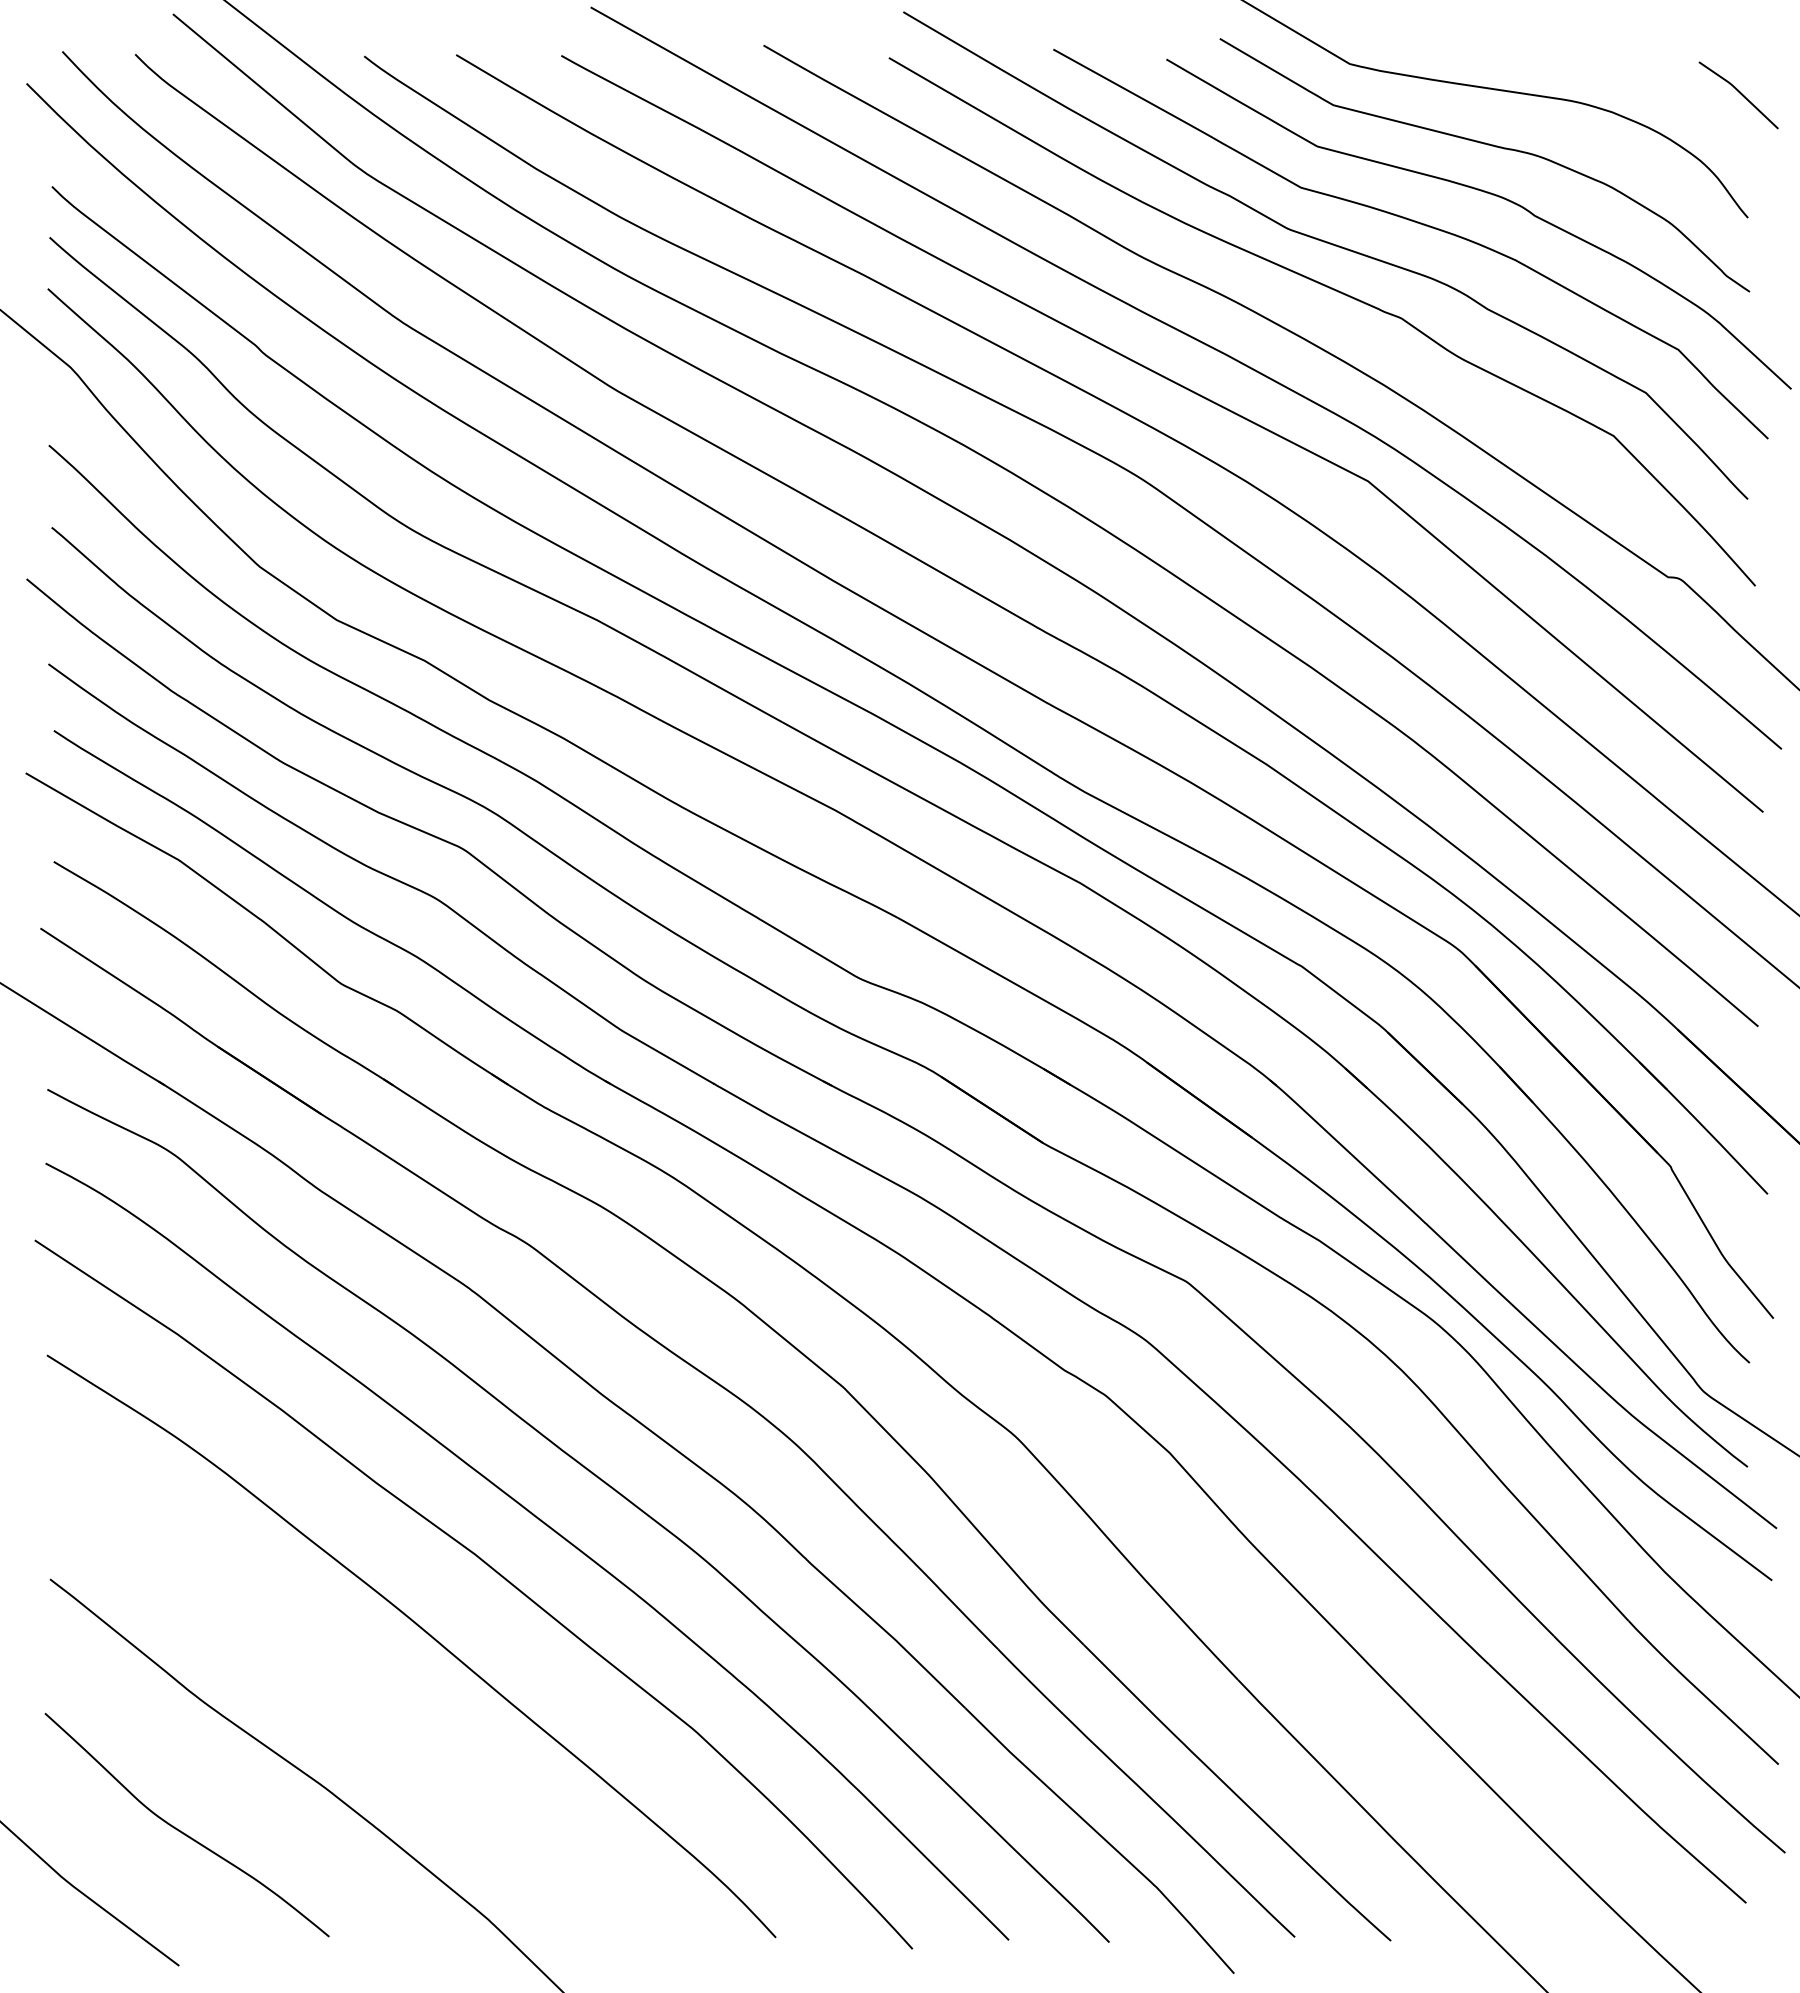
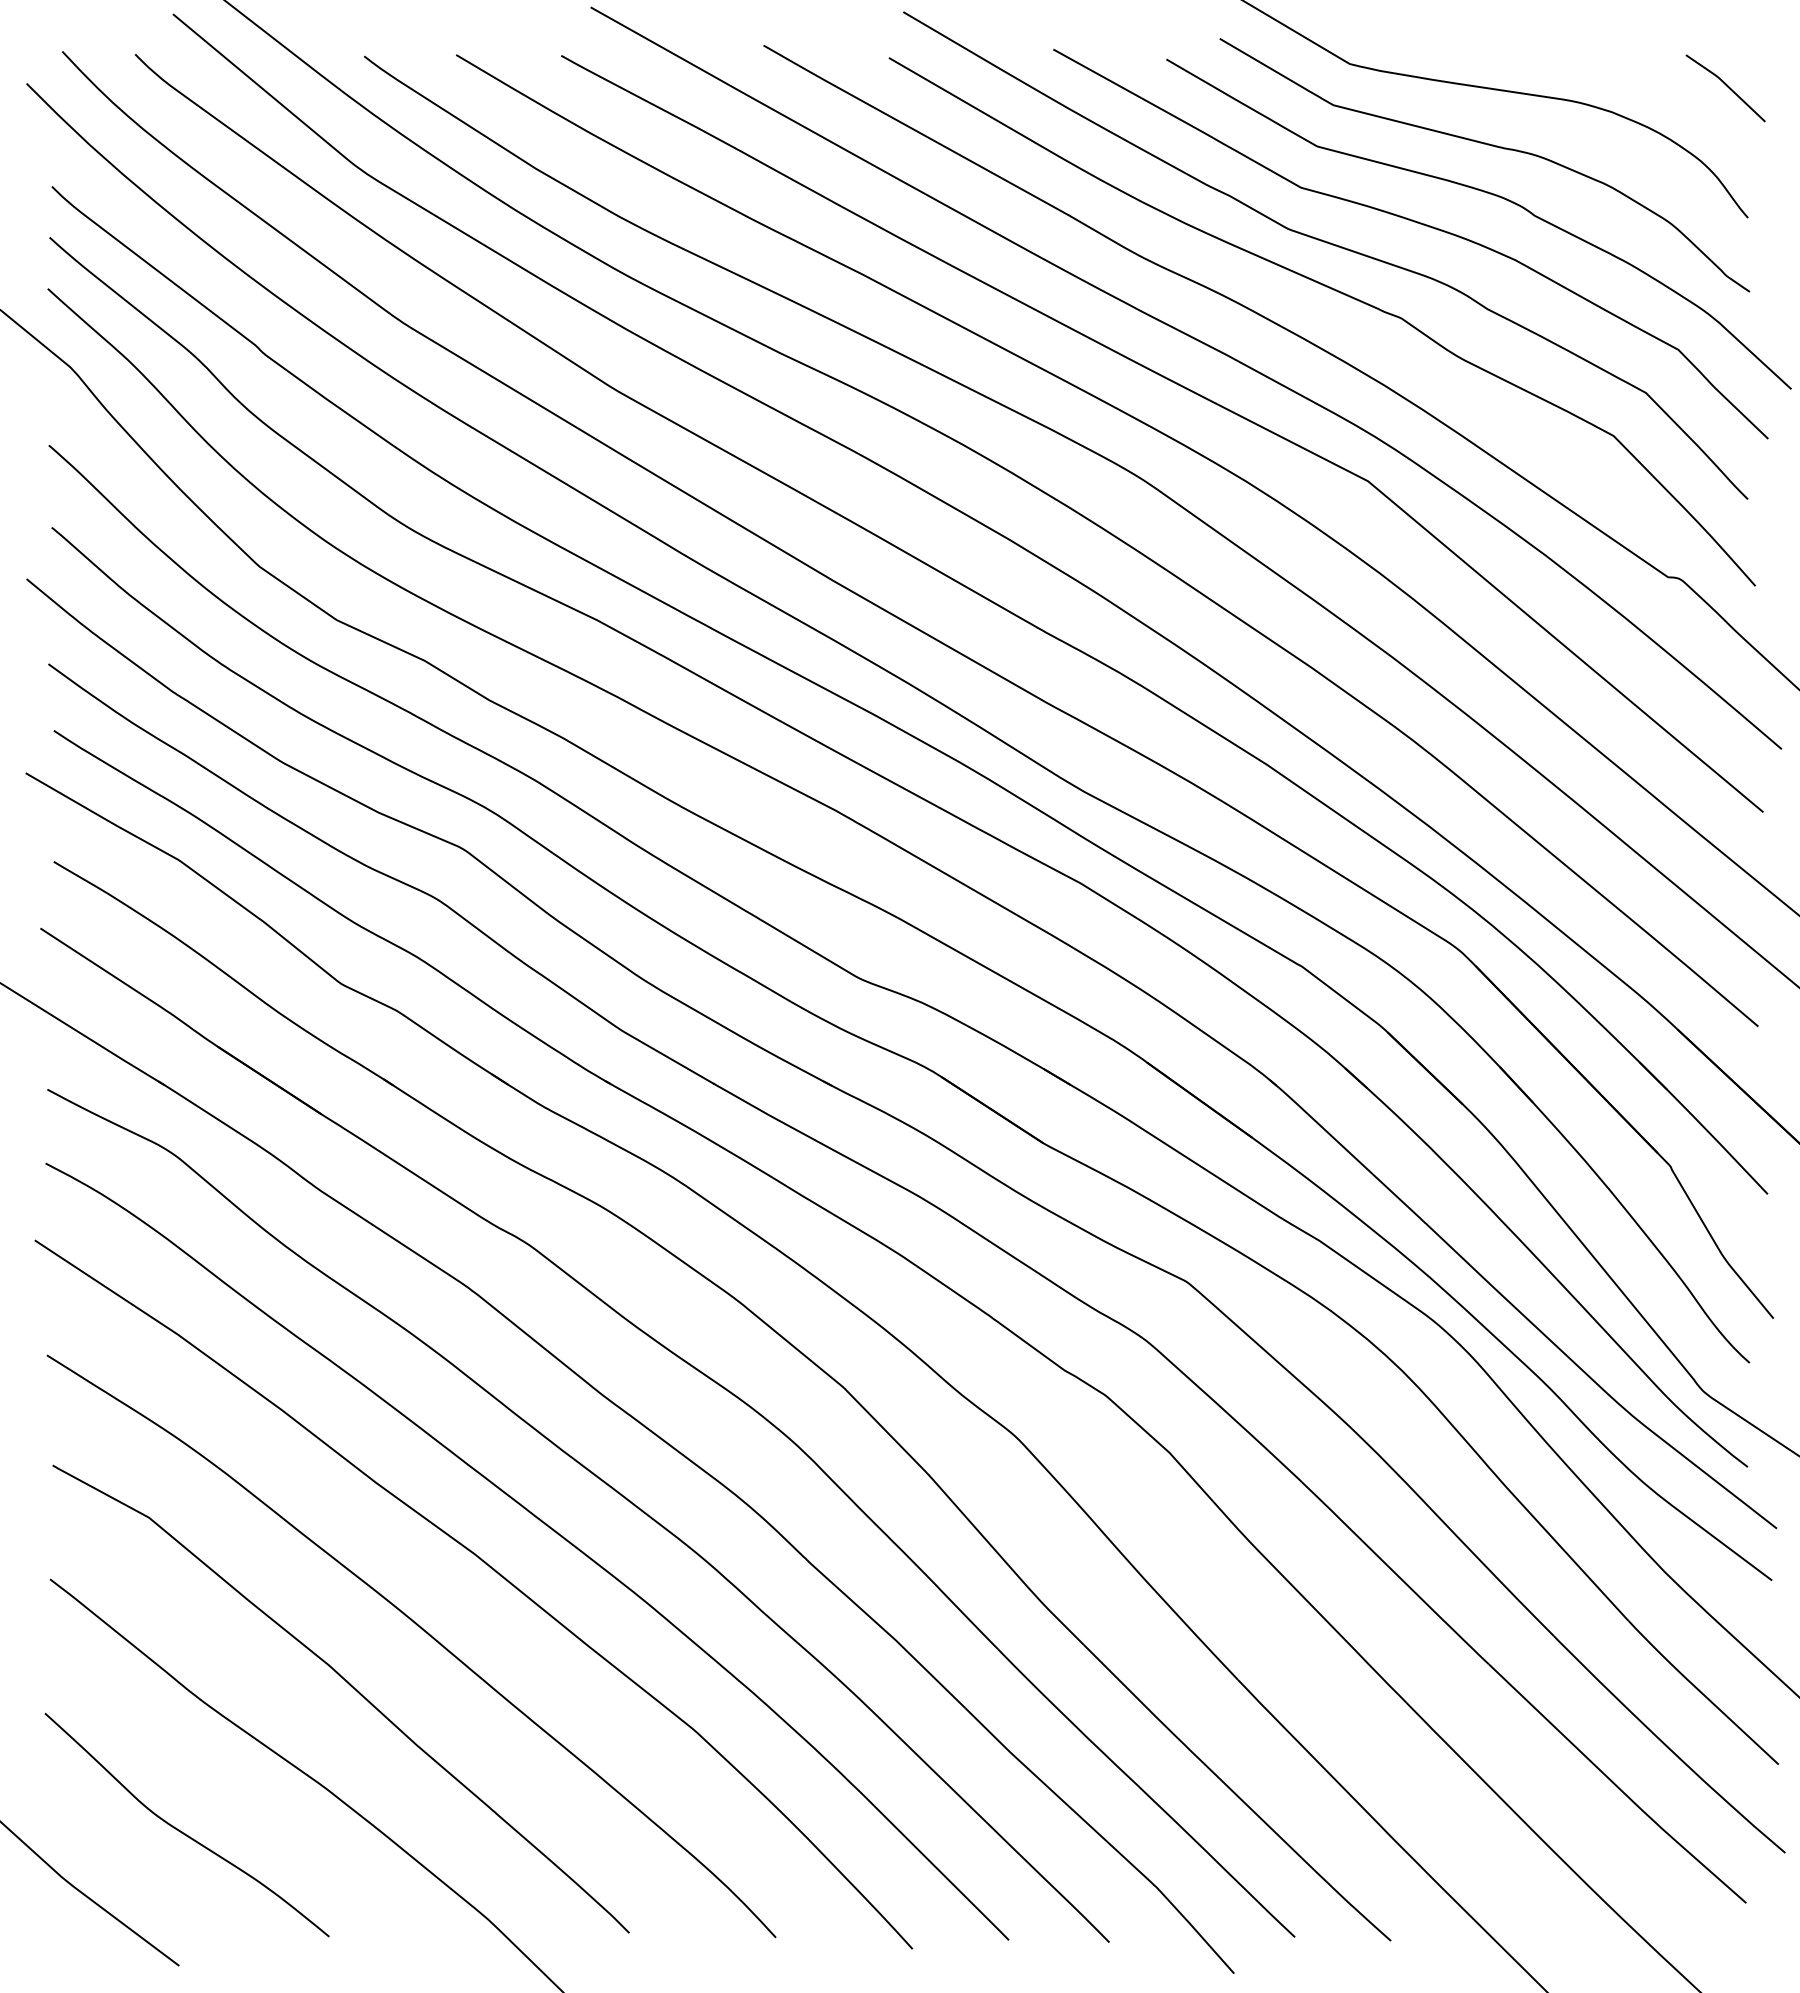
curve at (1739, 93) position: (1739, 93) -> (1726, 86)
curve at (351, 1687): none -> present
